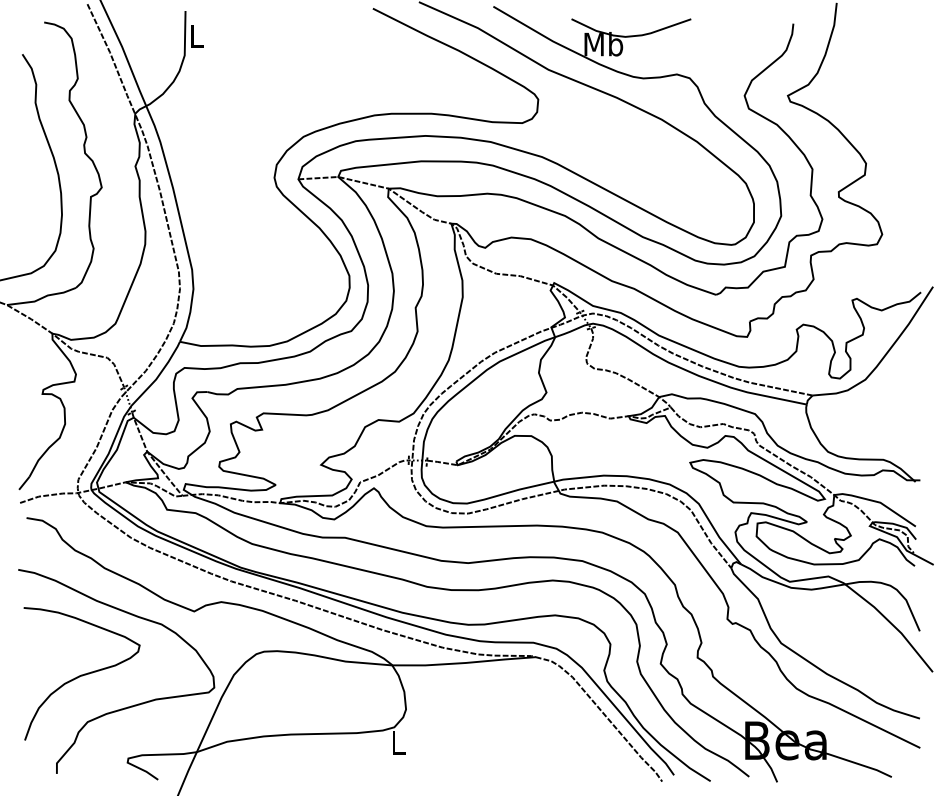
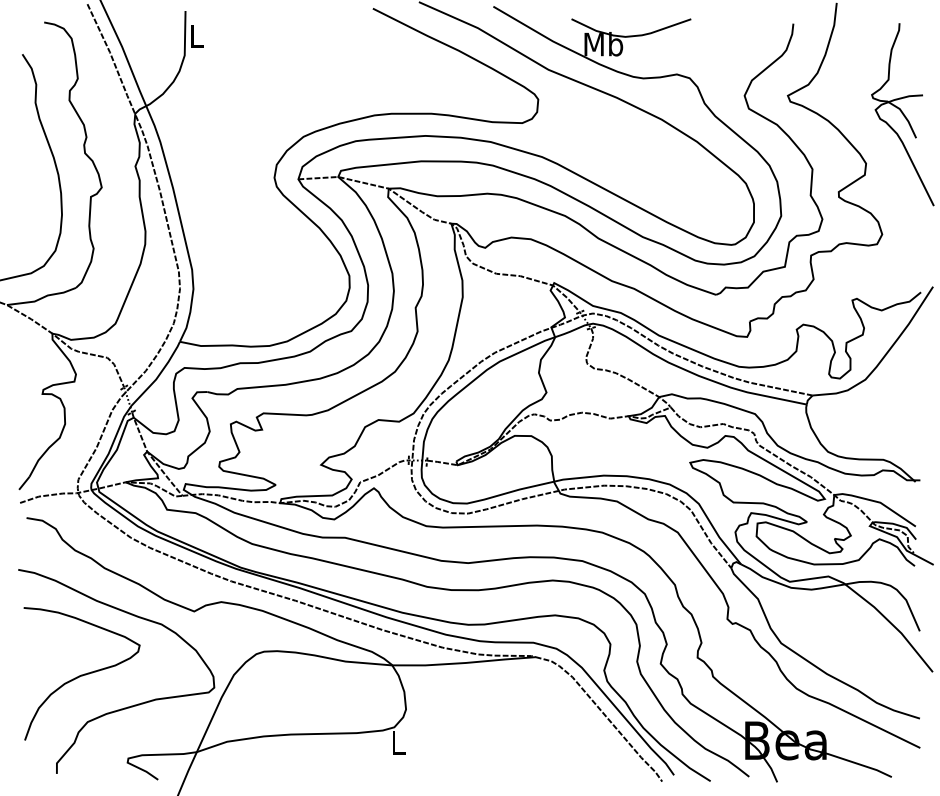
part at (902, 114): none -> present
